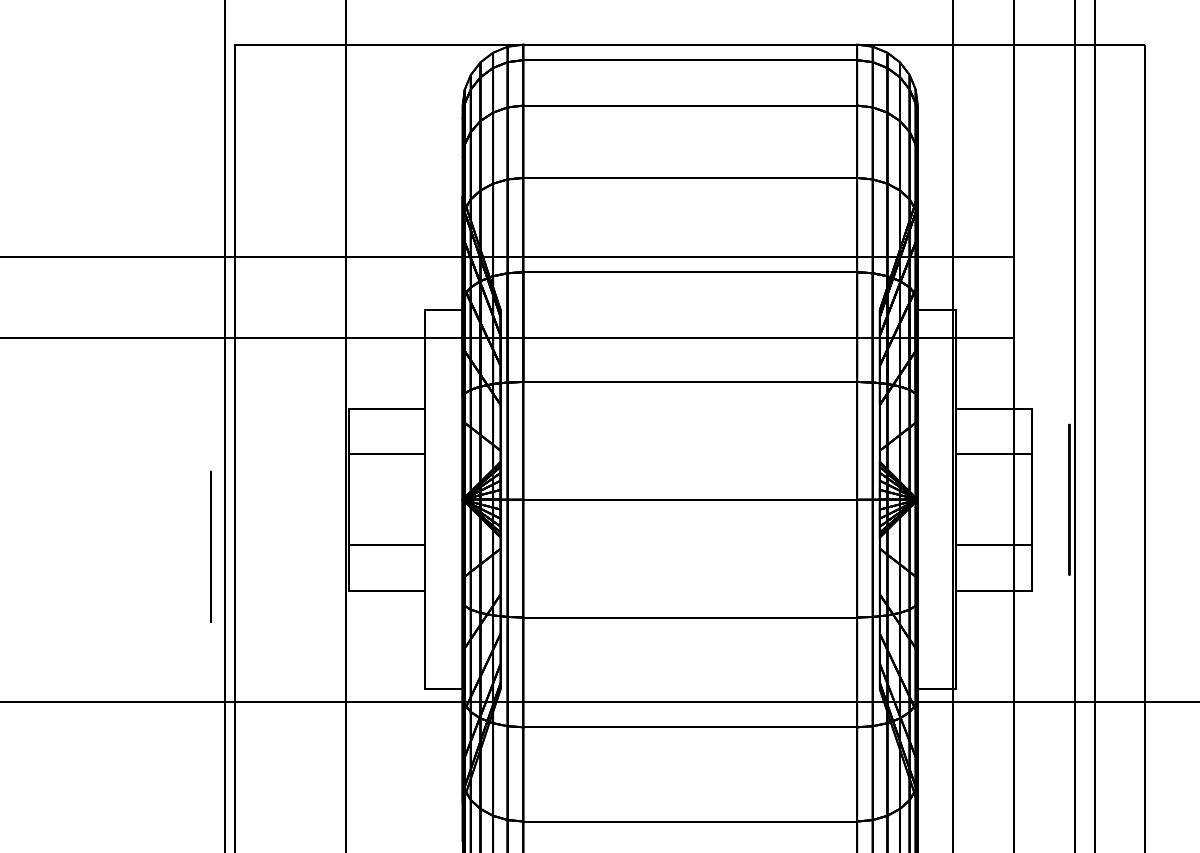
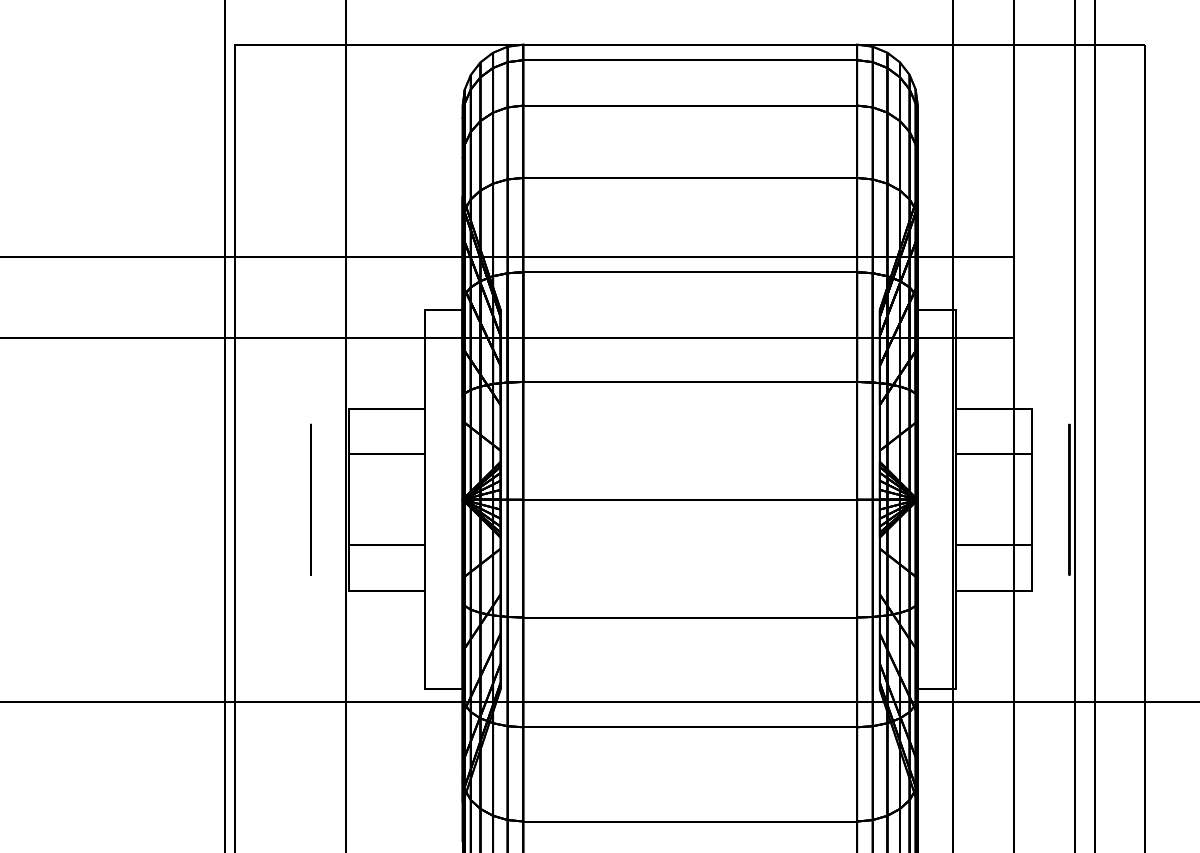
circle at (210, 546) position: (210, 546) -> (310, 499)
